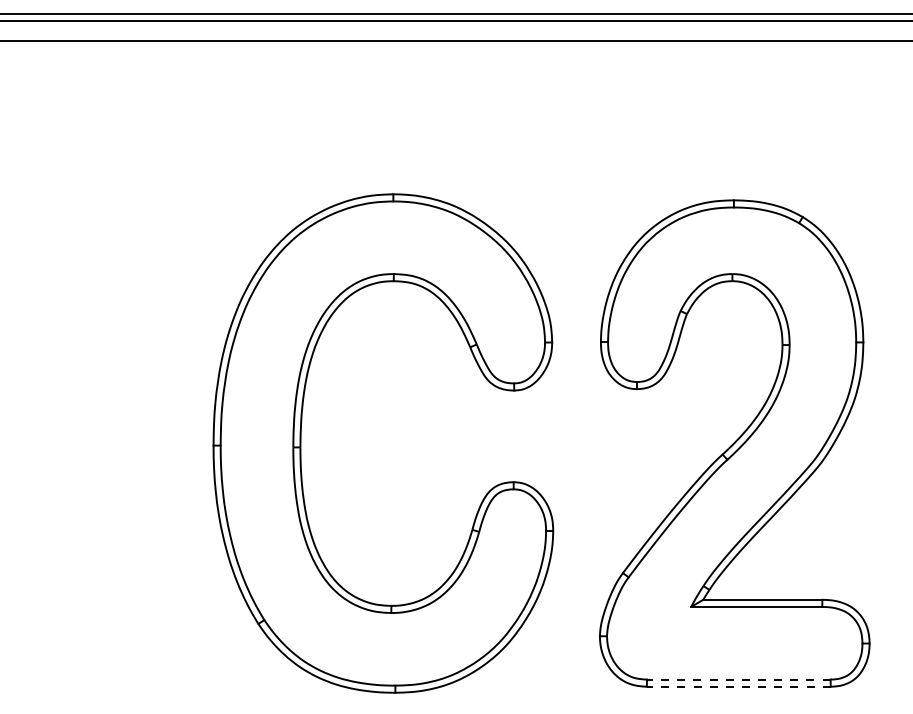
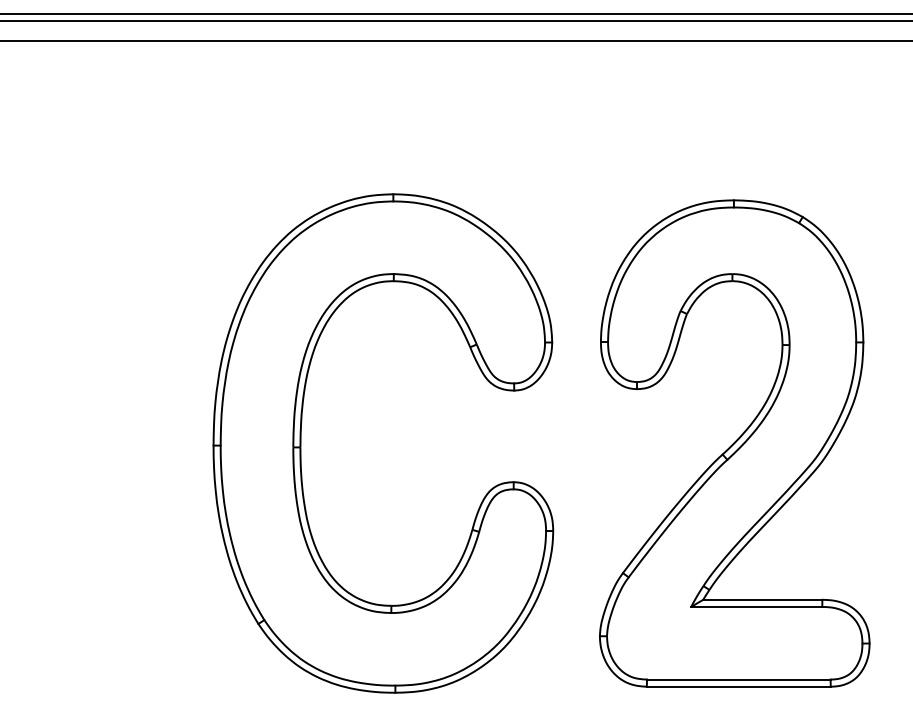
line at (738, 679): dashed -> solid
line at (738, 686): dashed -> solid
